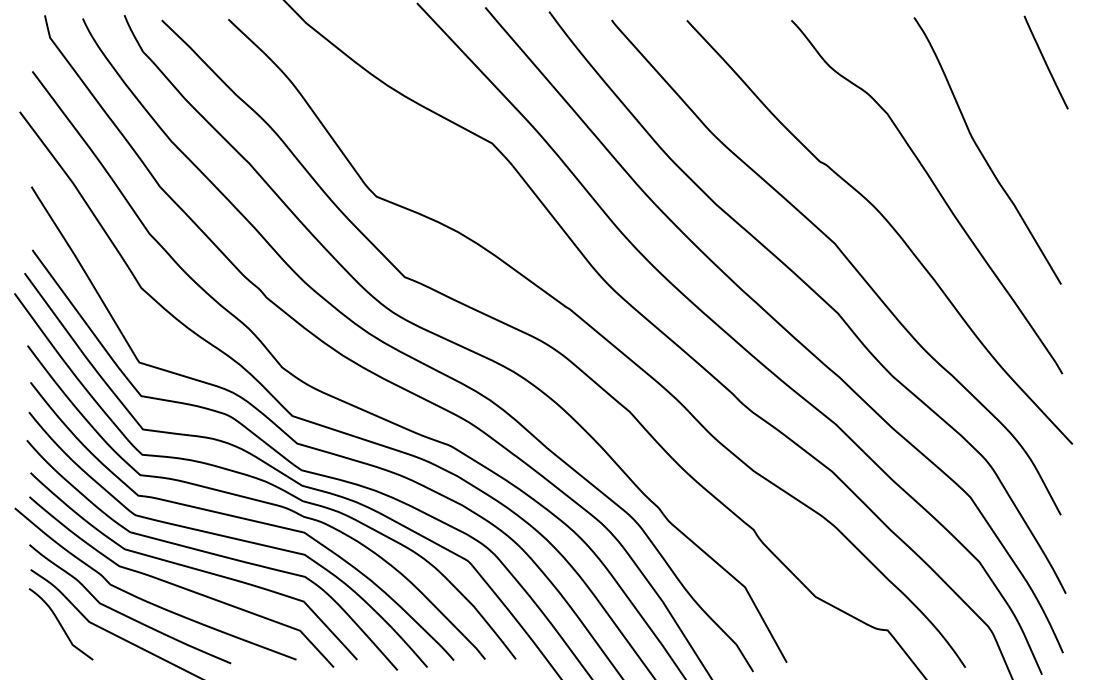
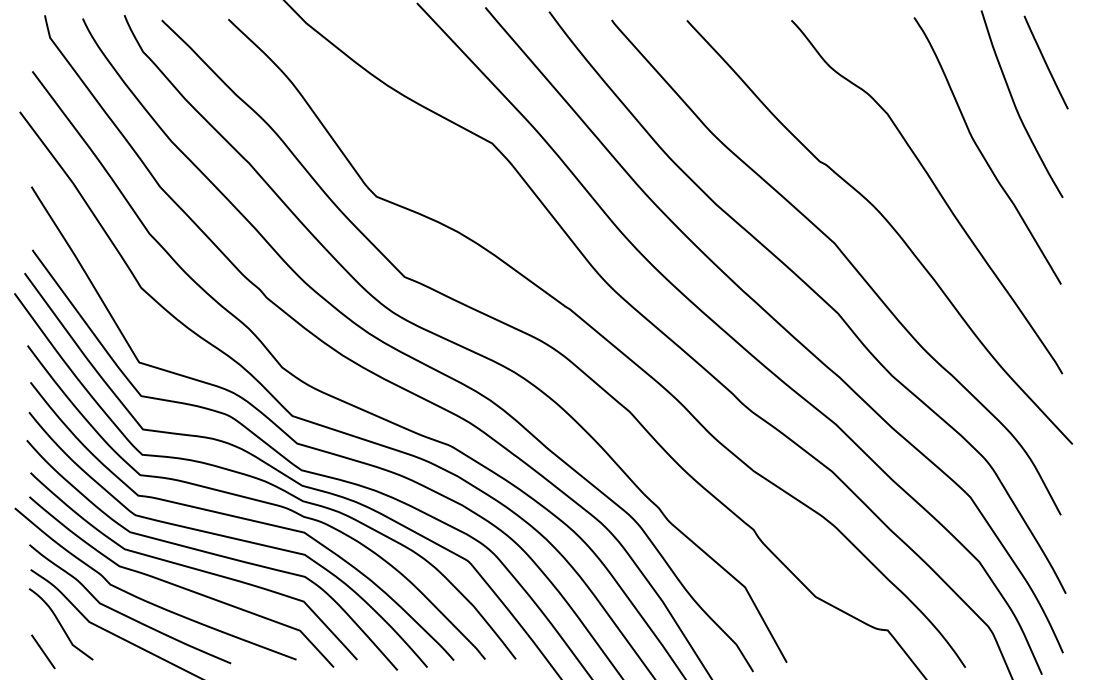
curve at (1016, 106): none -> present
line at (43, 651): none -> present
